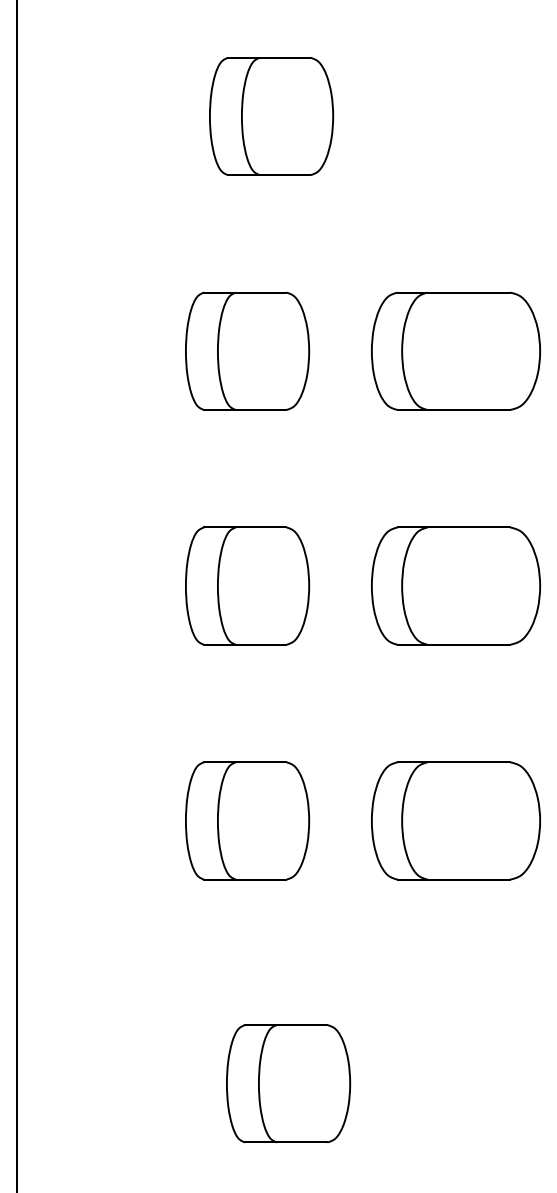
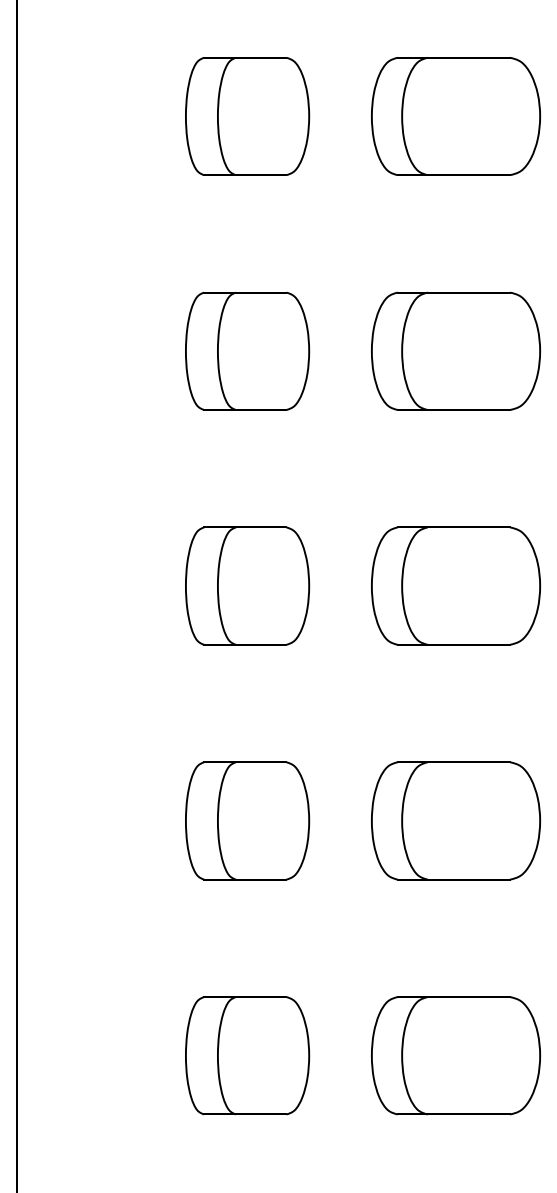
part at (271, 116) position: (271, 116) -> (247, 116)
part at (456, 116): none -> present
part at (456, 1055): none -> present
part at (288, 1083) position: (288, 1083) -> (247, 1055)
